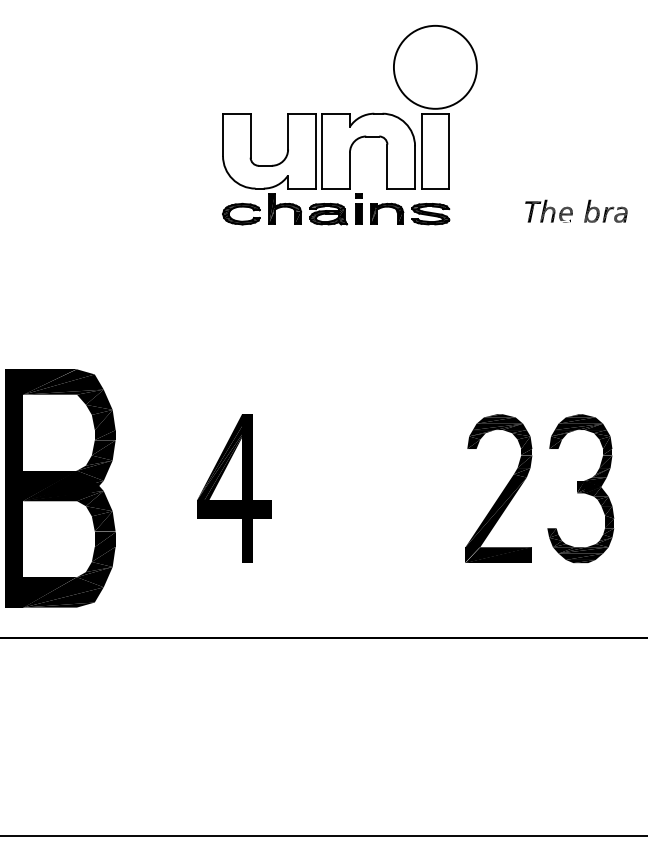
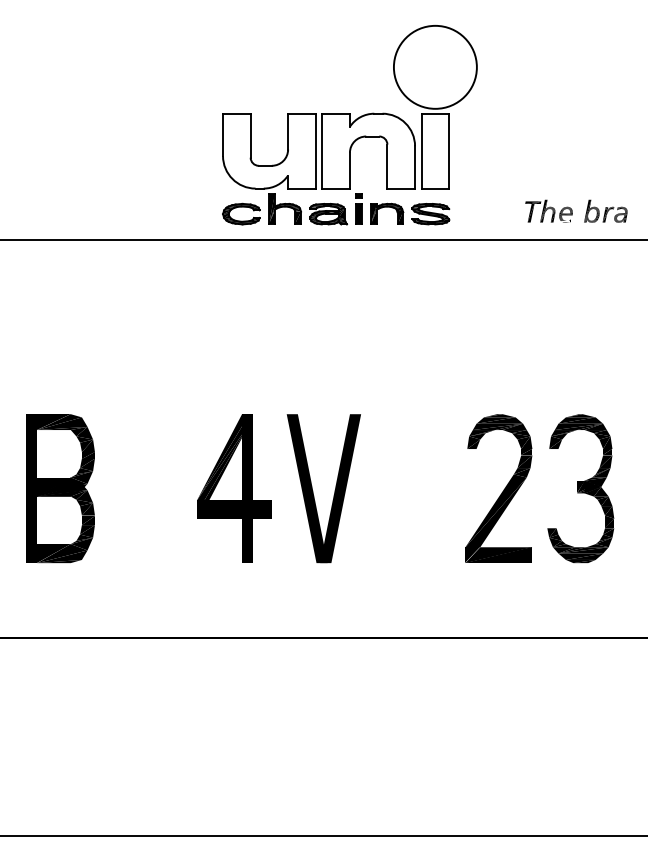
line at (323, 240): none -> present
part at (60, 488) size: 111x239 px -> 69x150 px
part at (313, 490): none -> present
